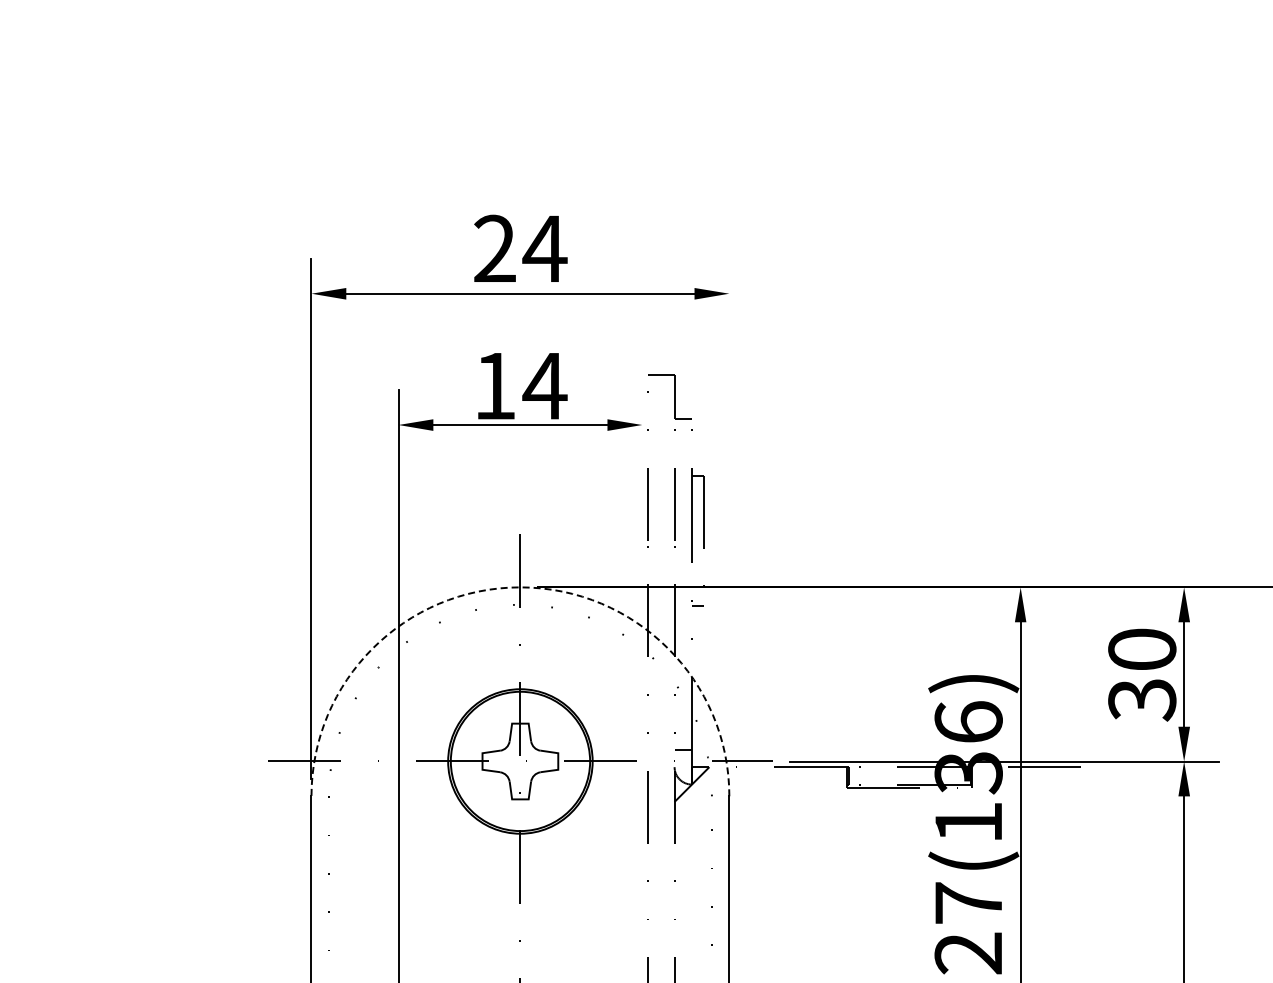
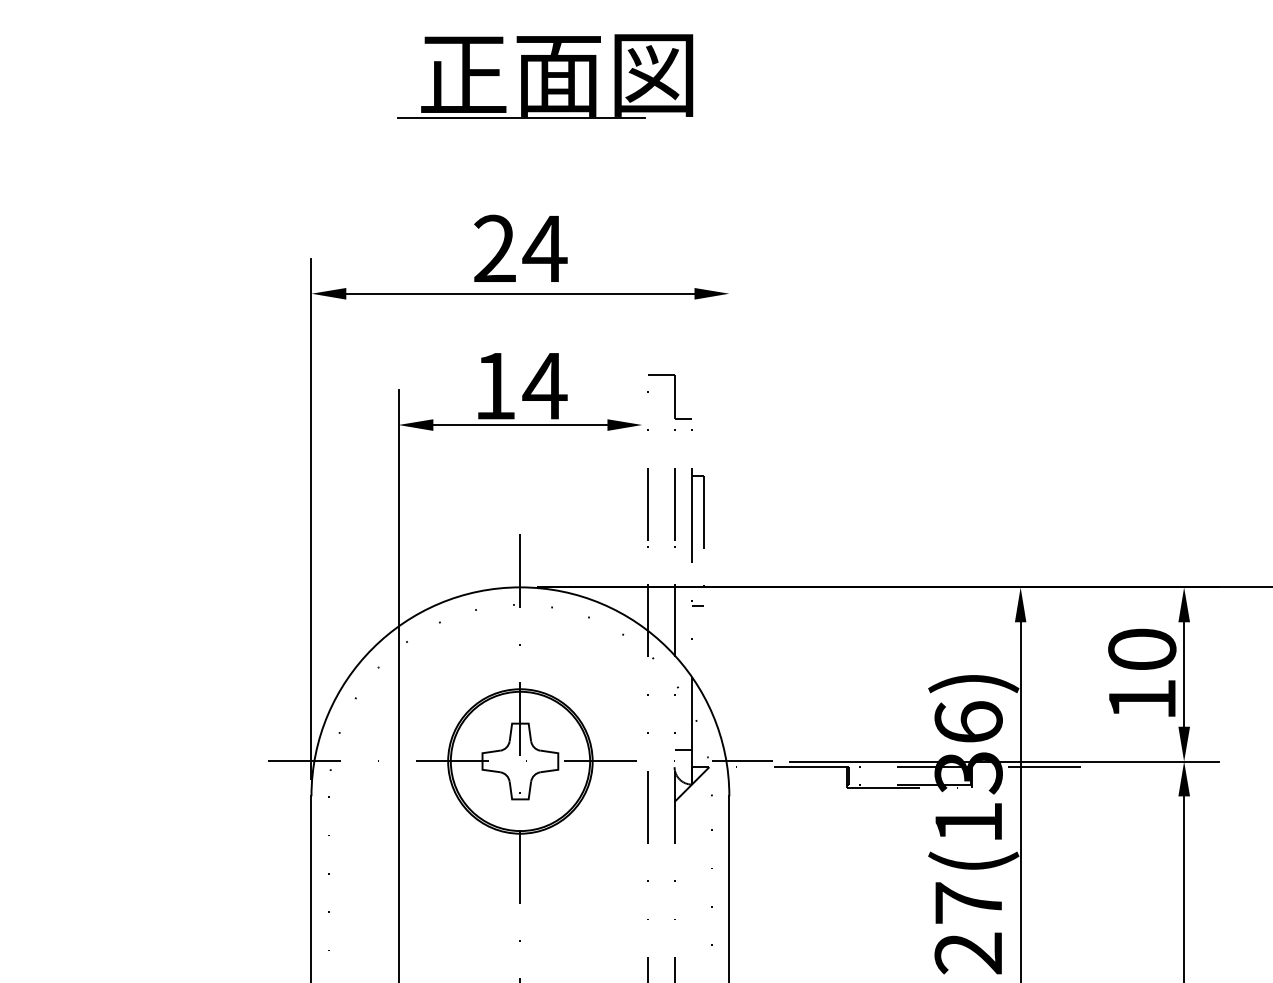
part at (545, 76): none -> present
arc at (520, 587): dashed -> solid
text at (1142, 700): 30 -> 10
